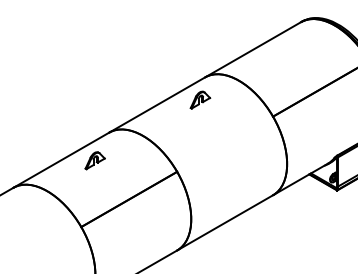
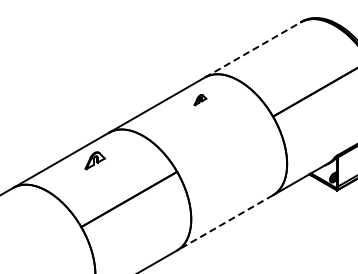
line at (253, 49): solid -> dashed
part at (200, 99) size: 23x20 px -> 15x13 px
line at (224, 223): solid -> dashed
